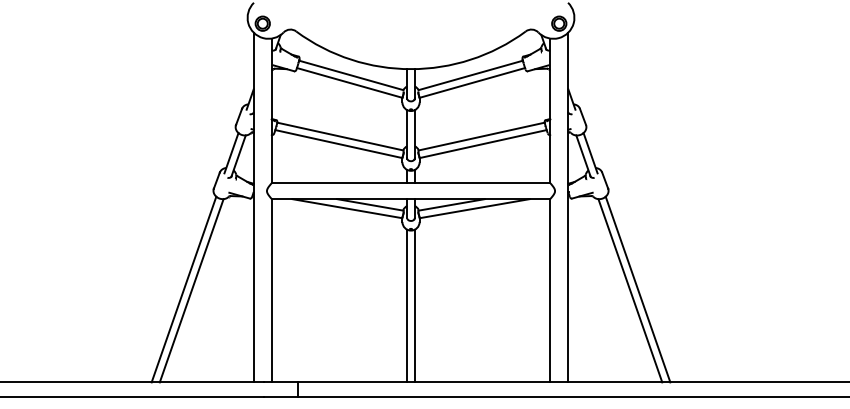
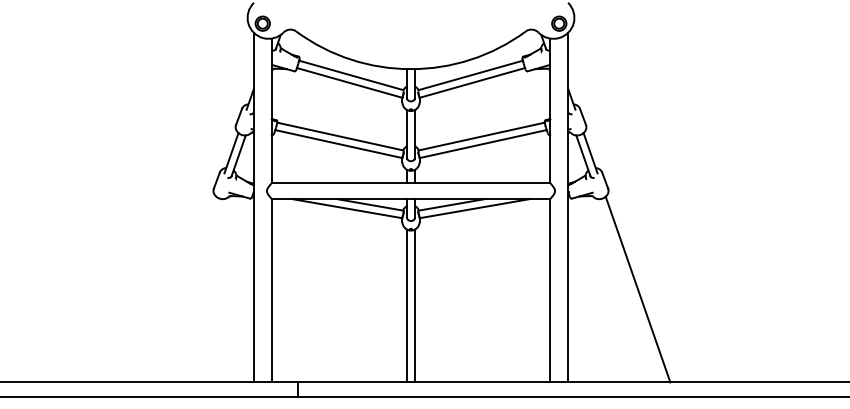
line at (183, 289): present -> none
line at (191, 290): present -> none
line at (630, 290): present -> none
